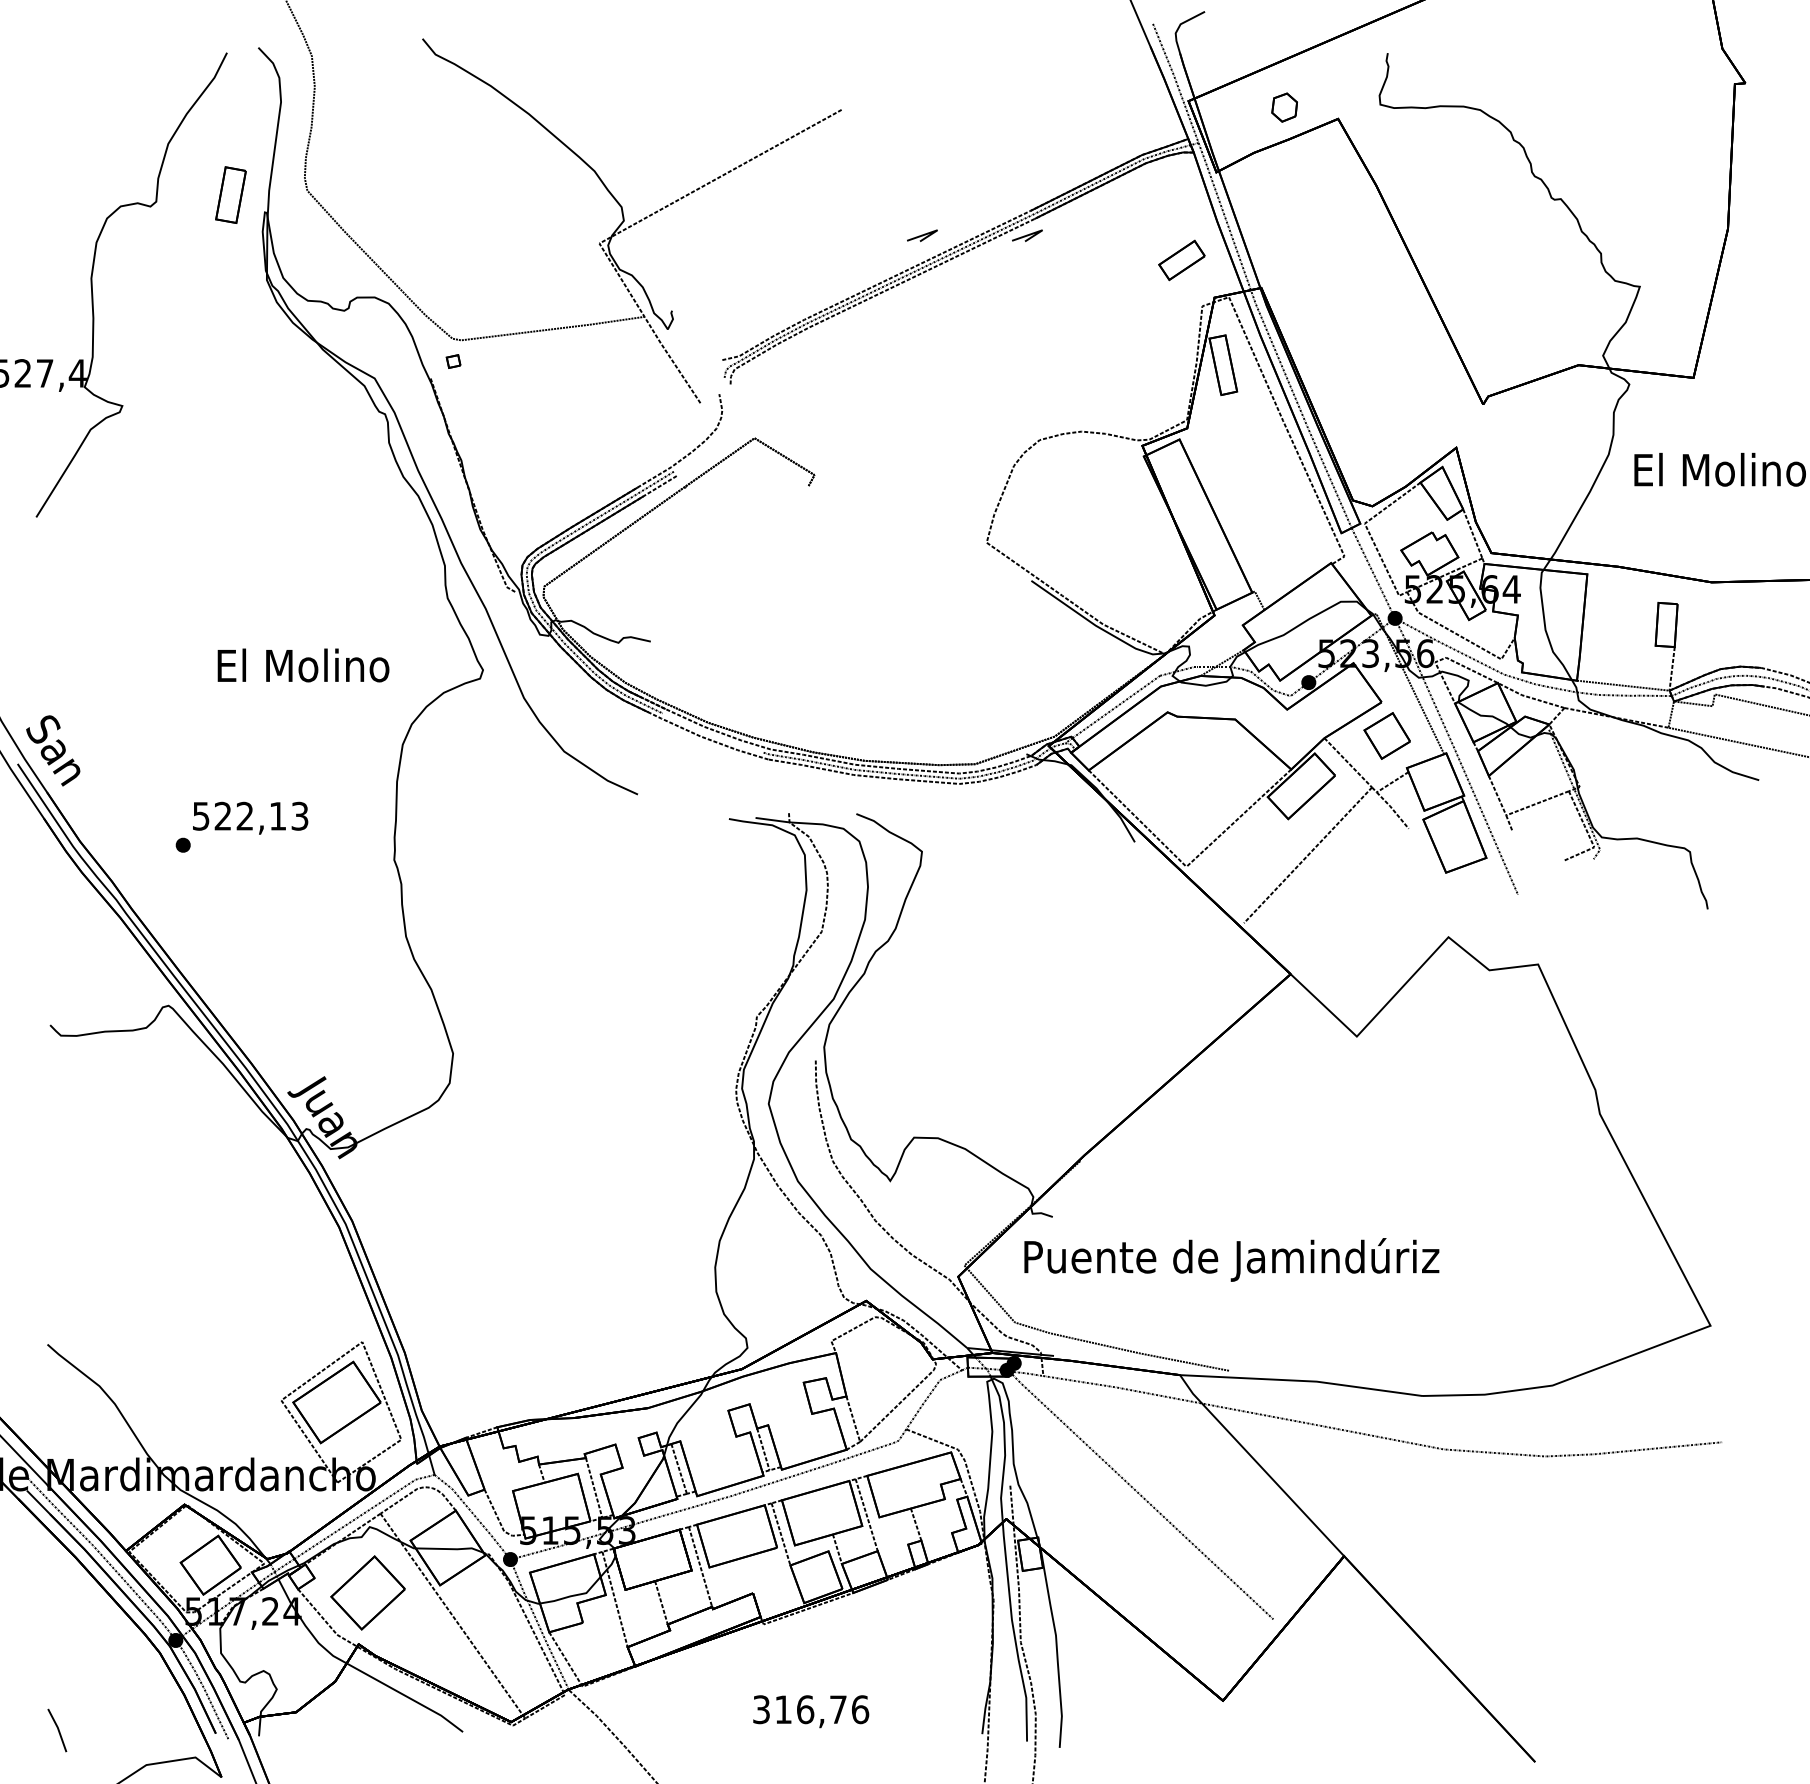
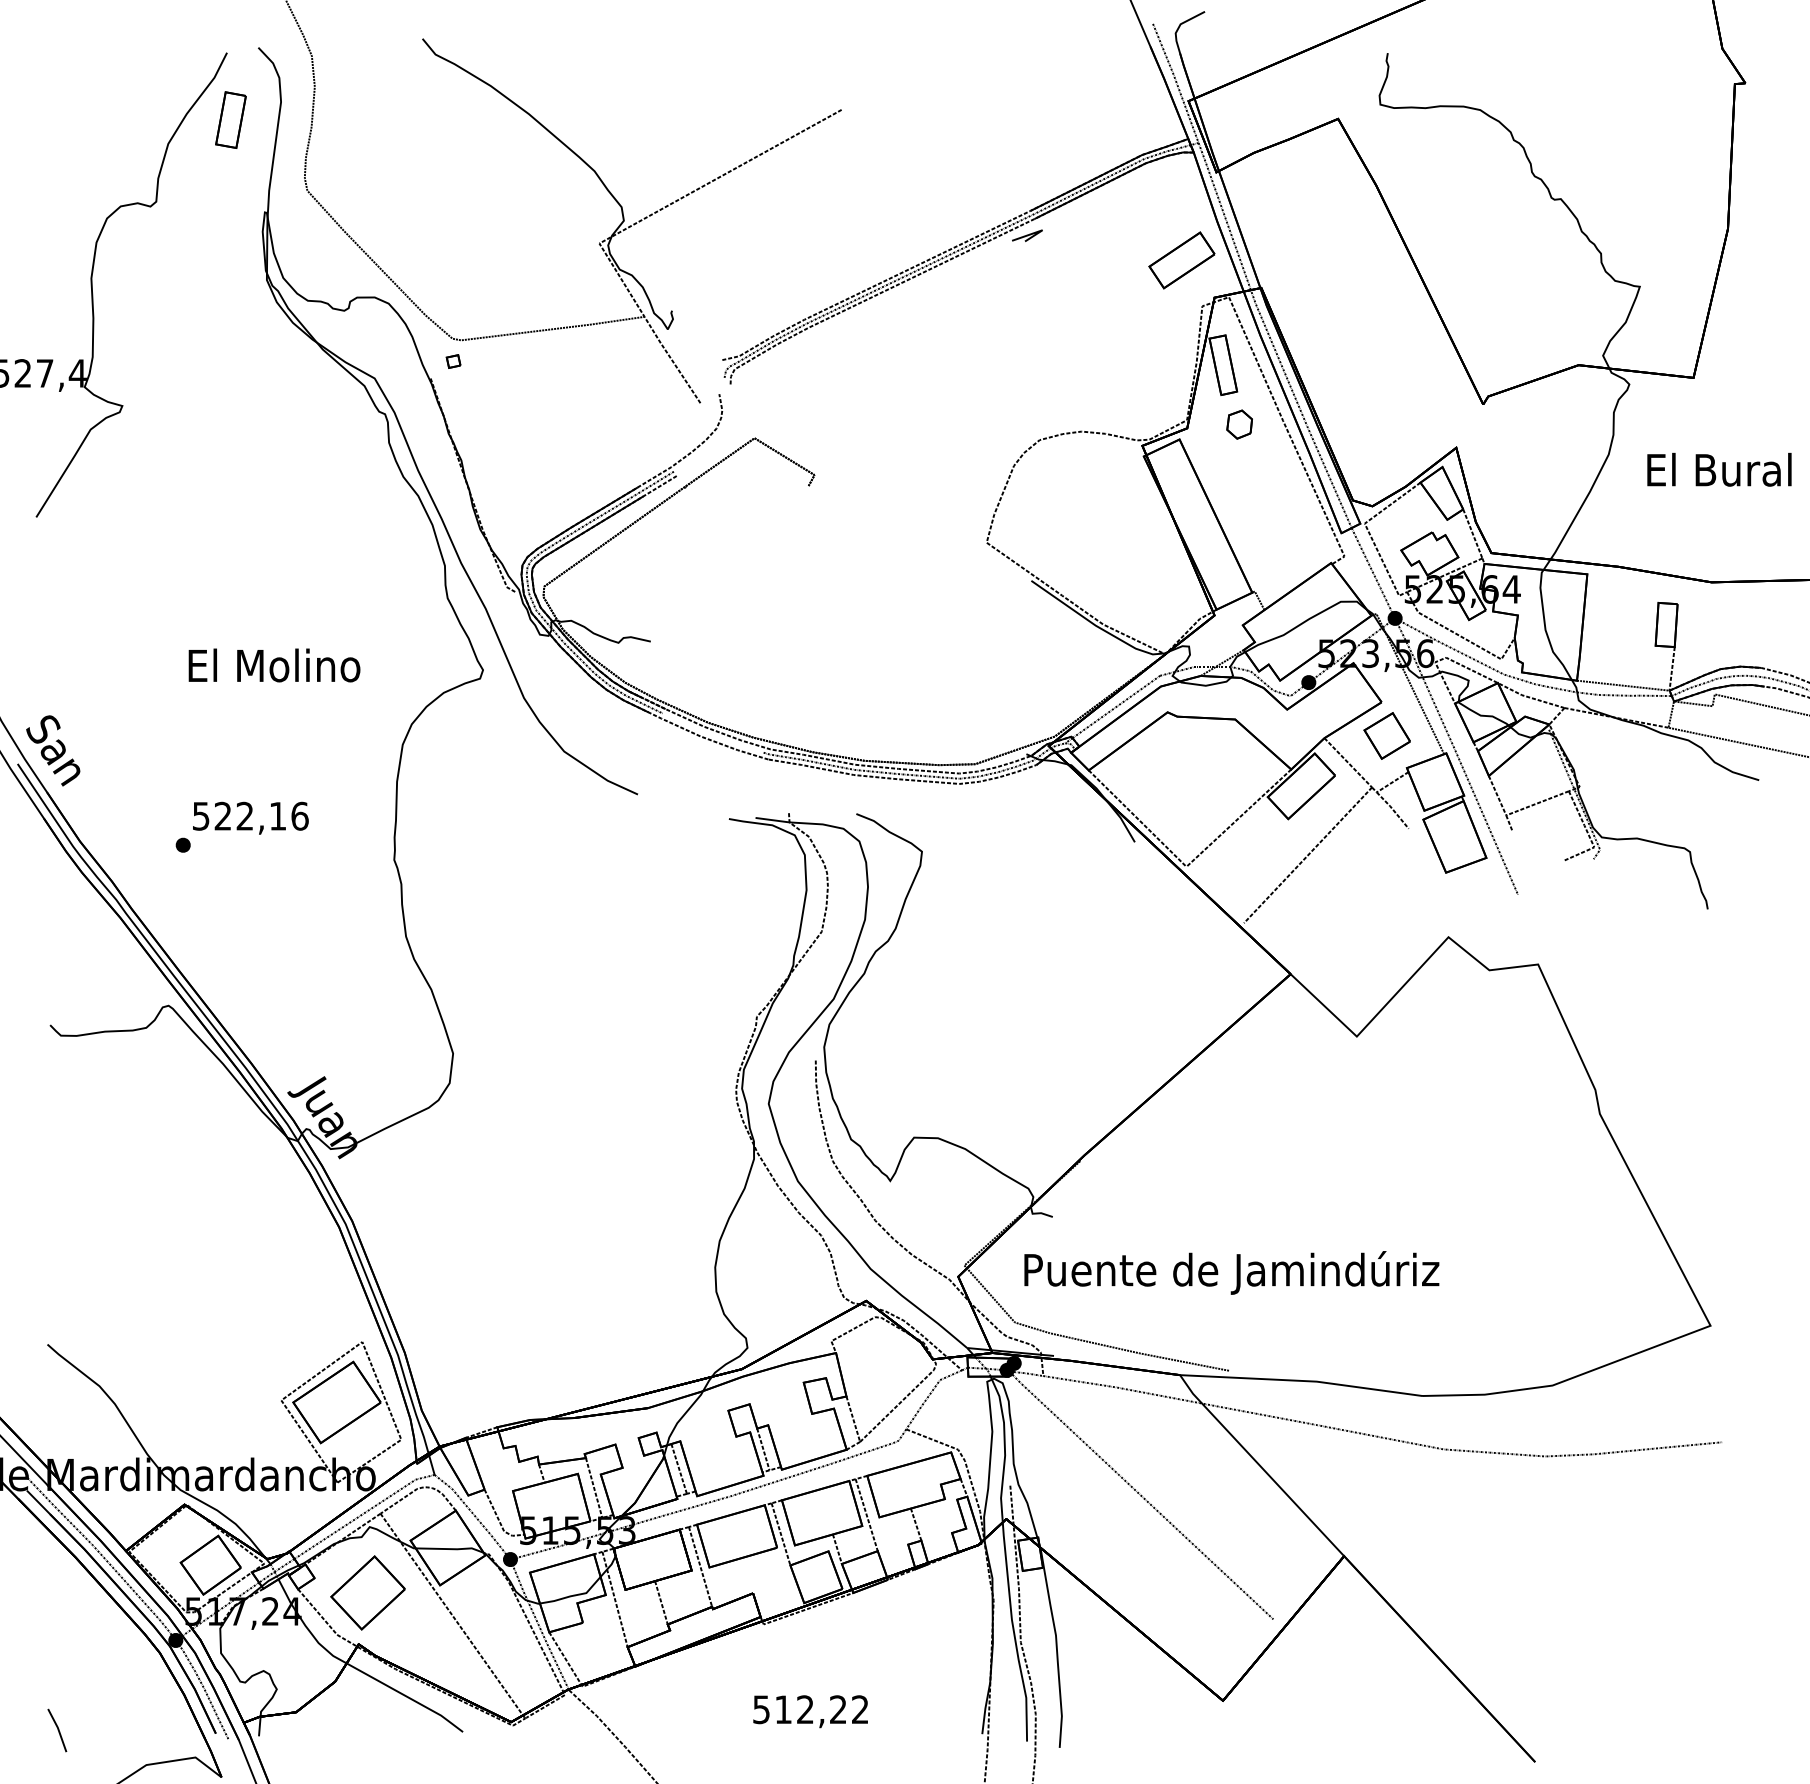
part at (1284, 107) position: (1284, 107) -> (1239, 424)
part at (230, 194) position: (230, 194) -> (230, 119)
line at (922, 235): present -> none
part at (1181, 260) size: 48x43 px -> 68x59 px
text at (1719, 469): El Molino -> El Bural
text at (303, 665) position: (303, 665) -> (274, 665)
text at (299, 815): 522,13 -> 522,16
text at (1231, 1259) position: (1231, 1259) -> (1231, 1272)
text at (811, 1709): 316,76 -> 512,22
